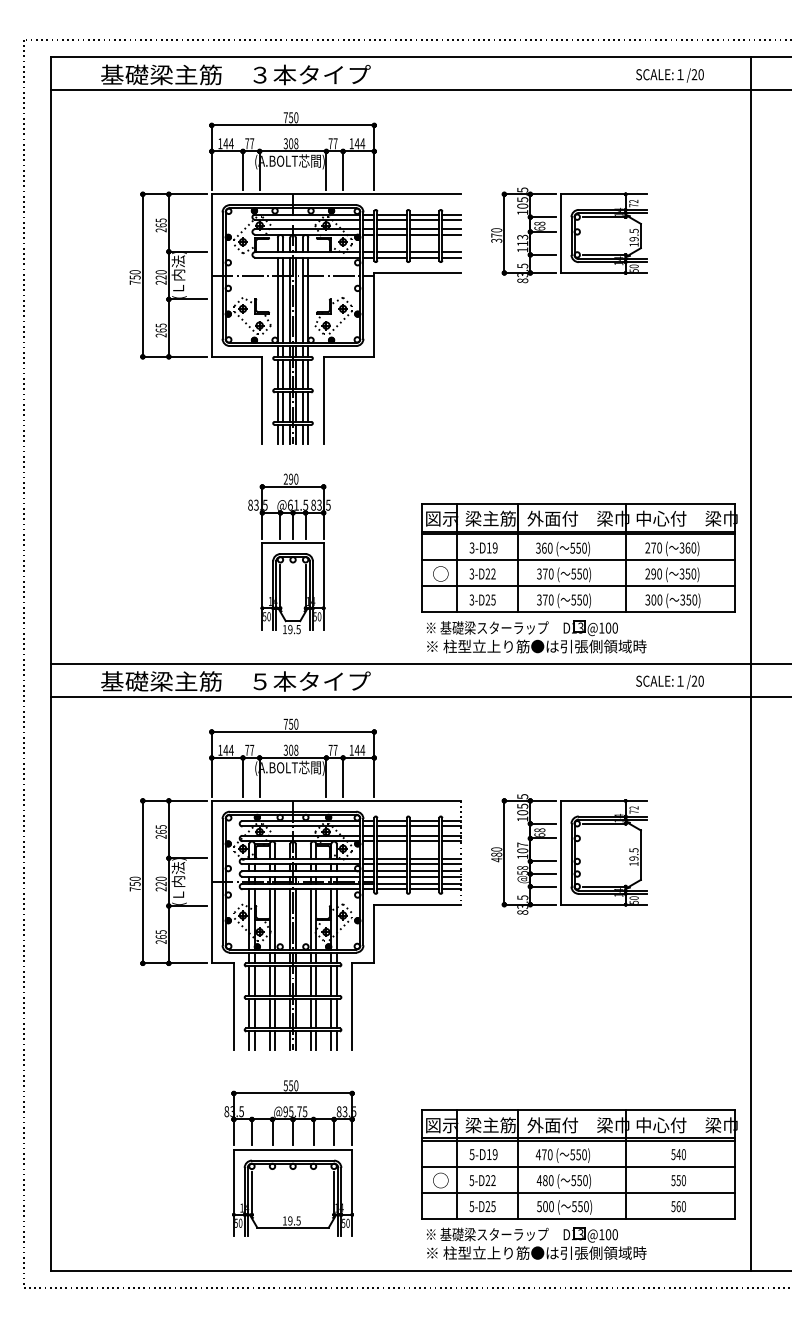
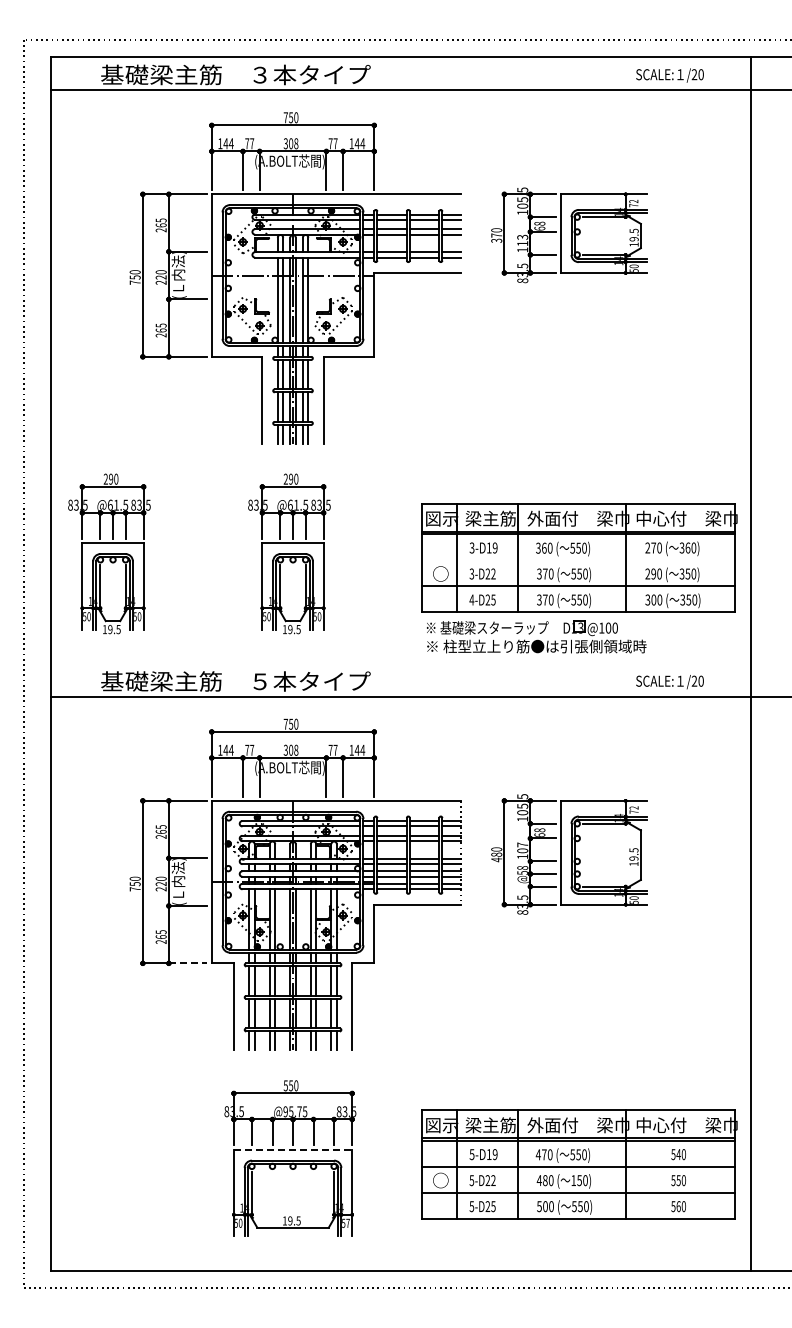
part at (109, 553): none -> present
line at (578, 560): present -> none
text at (471, 599): 3-D25 -> 4-D25
line at (419, 663): present -> none
line at (188, 963): solid -> dashed
line at (293, 1149): solid -> dashed
text at (573, 1180): 550) -> 150)
text at (347, 1222): 50 -> 57
part at (536, 1243): present -> none
